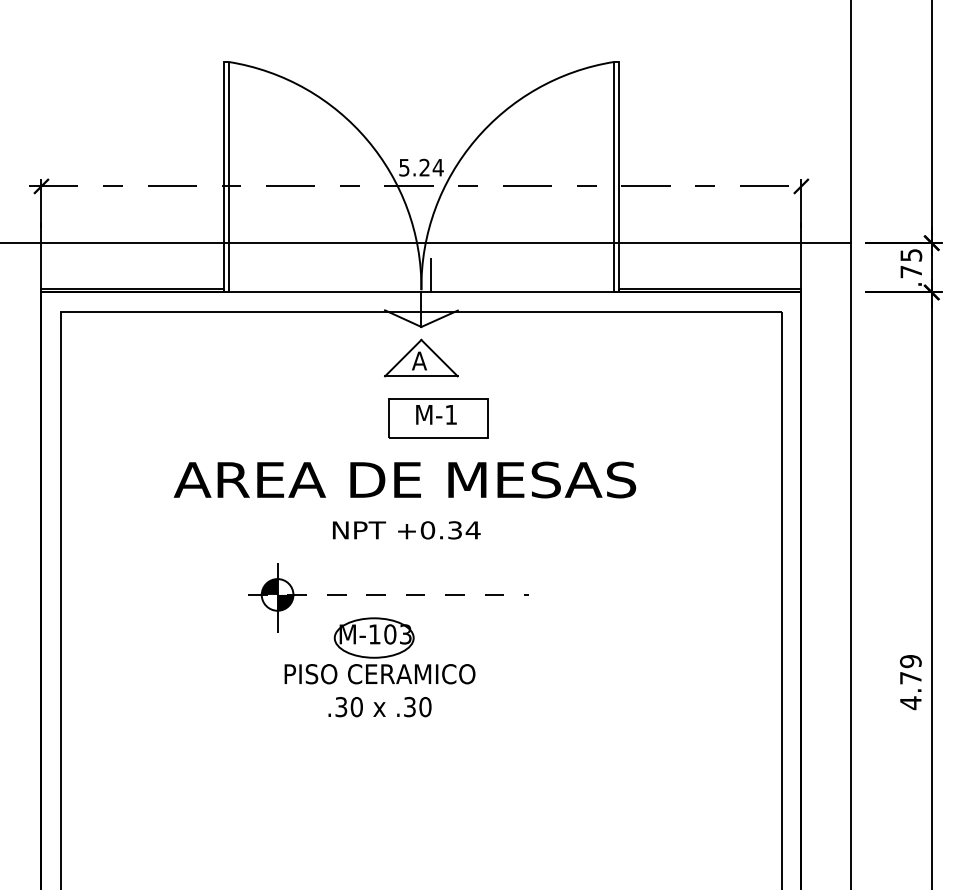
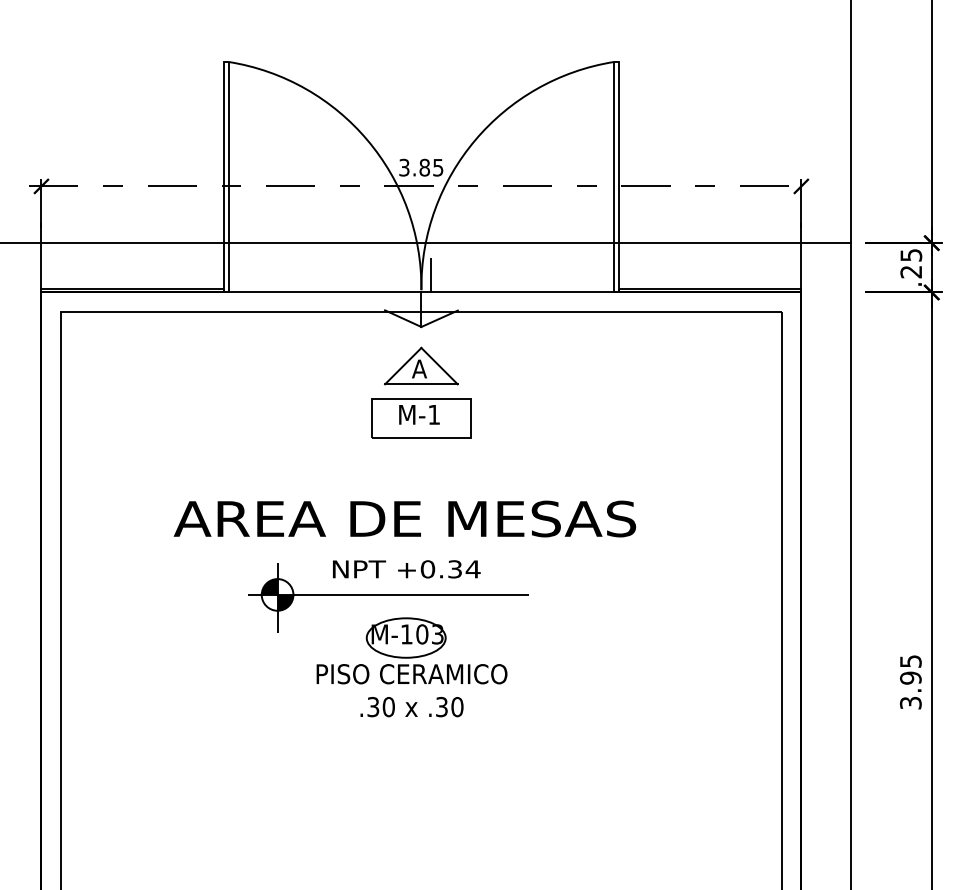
text at (421, 167): 5.24 -> 3.85
text at (910, 271): .75 -> .25
part at (421, 357) position: (421, 357) -> (421, 365)
part at (438, 418) position: (438, 418) -> (421, 418)
text at (404, 500) position: (404, 500) -> (404, 539)
line at (388, 594): dashed -> solid
part at (379, 667) position: (379, 667) -> (411, 667)
text at (910, 682): 4.79 -> 3.95
